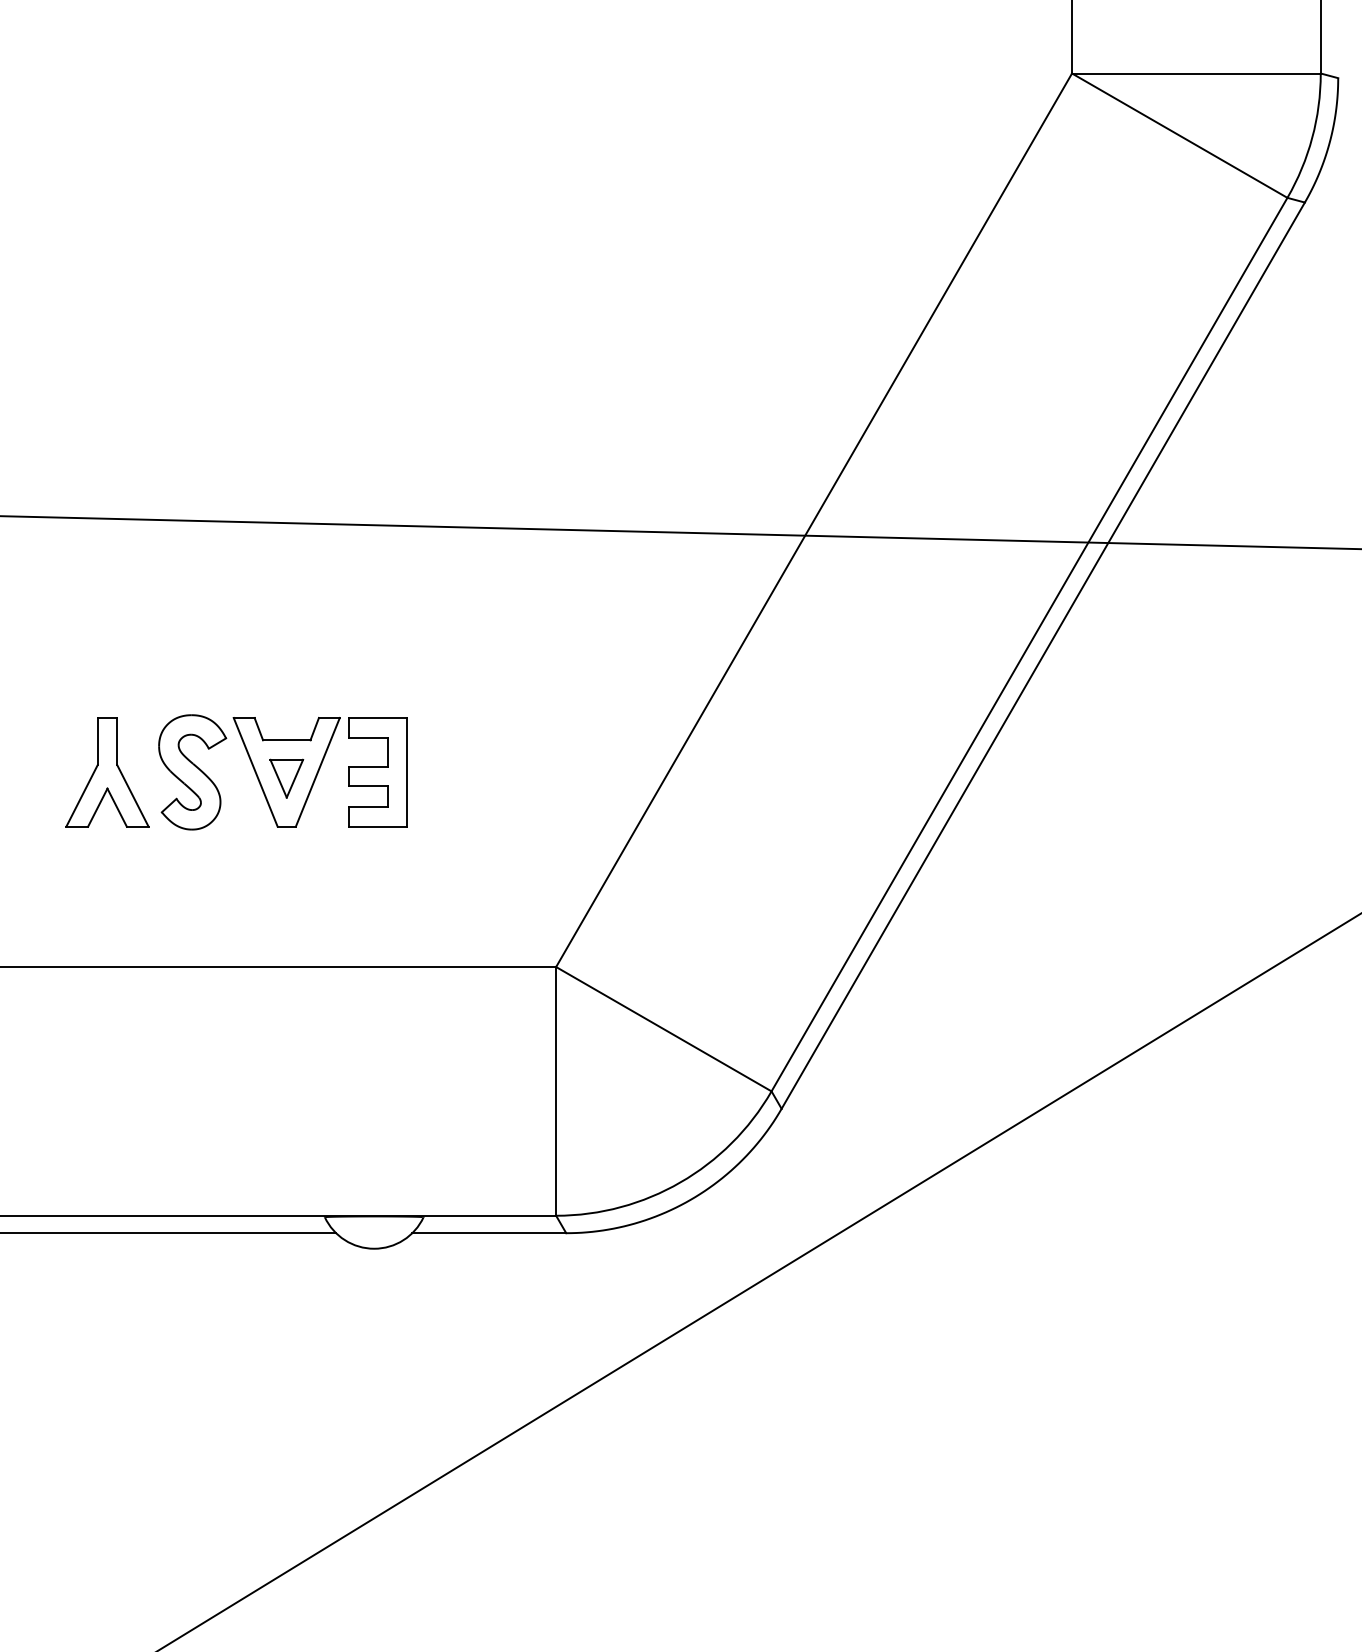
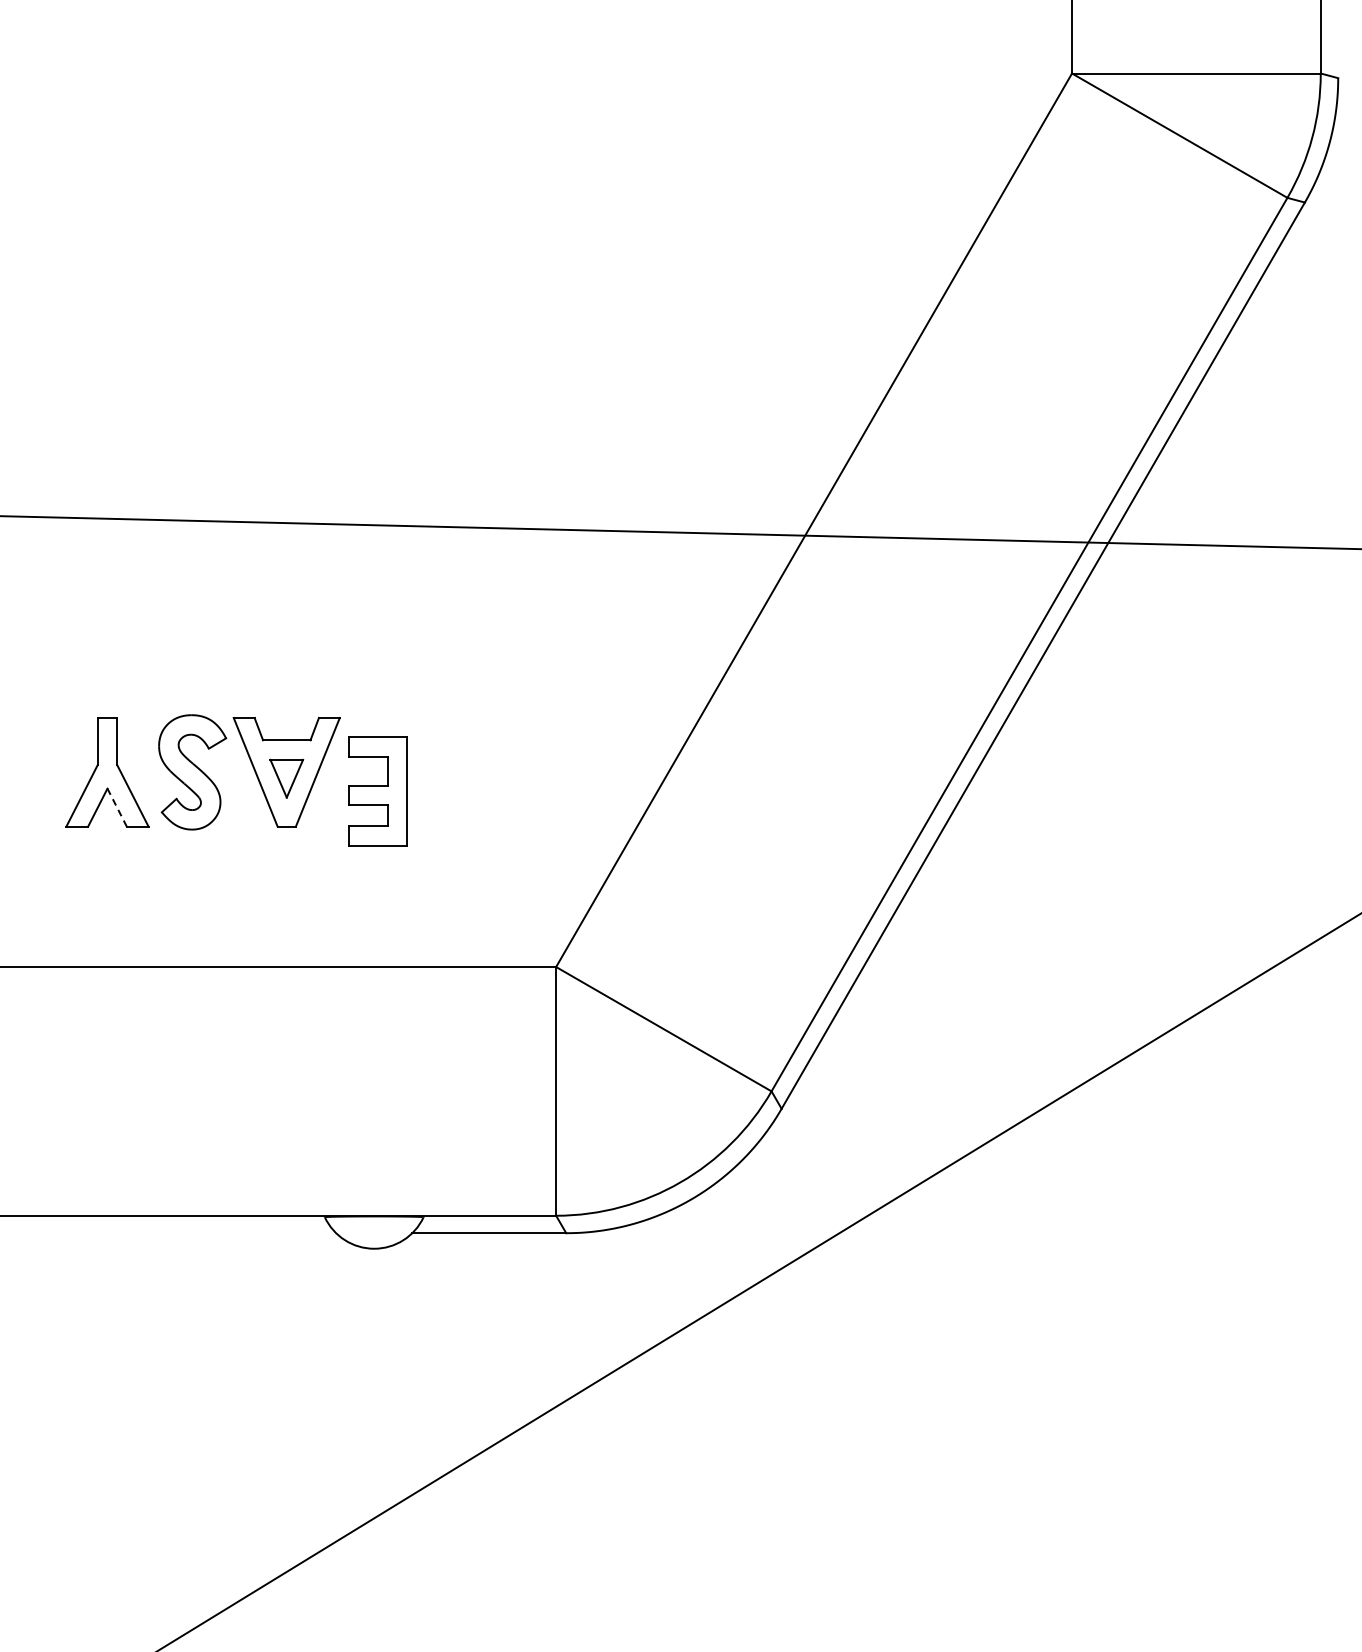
part at (377, 772) position: (377, 772) -> (377, 791)
line at (116, 807): solid -> dashed
line at (169, 1233): present -> none
